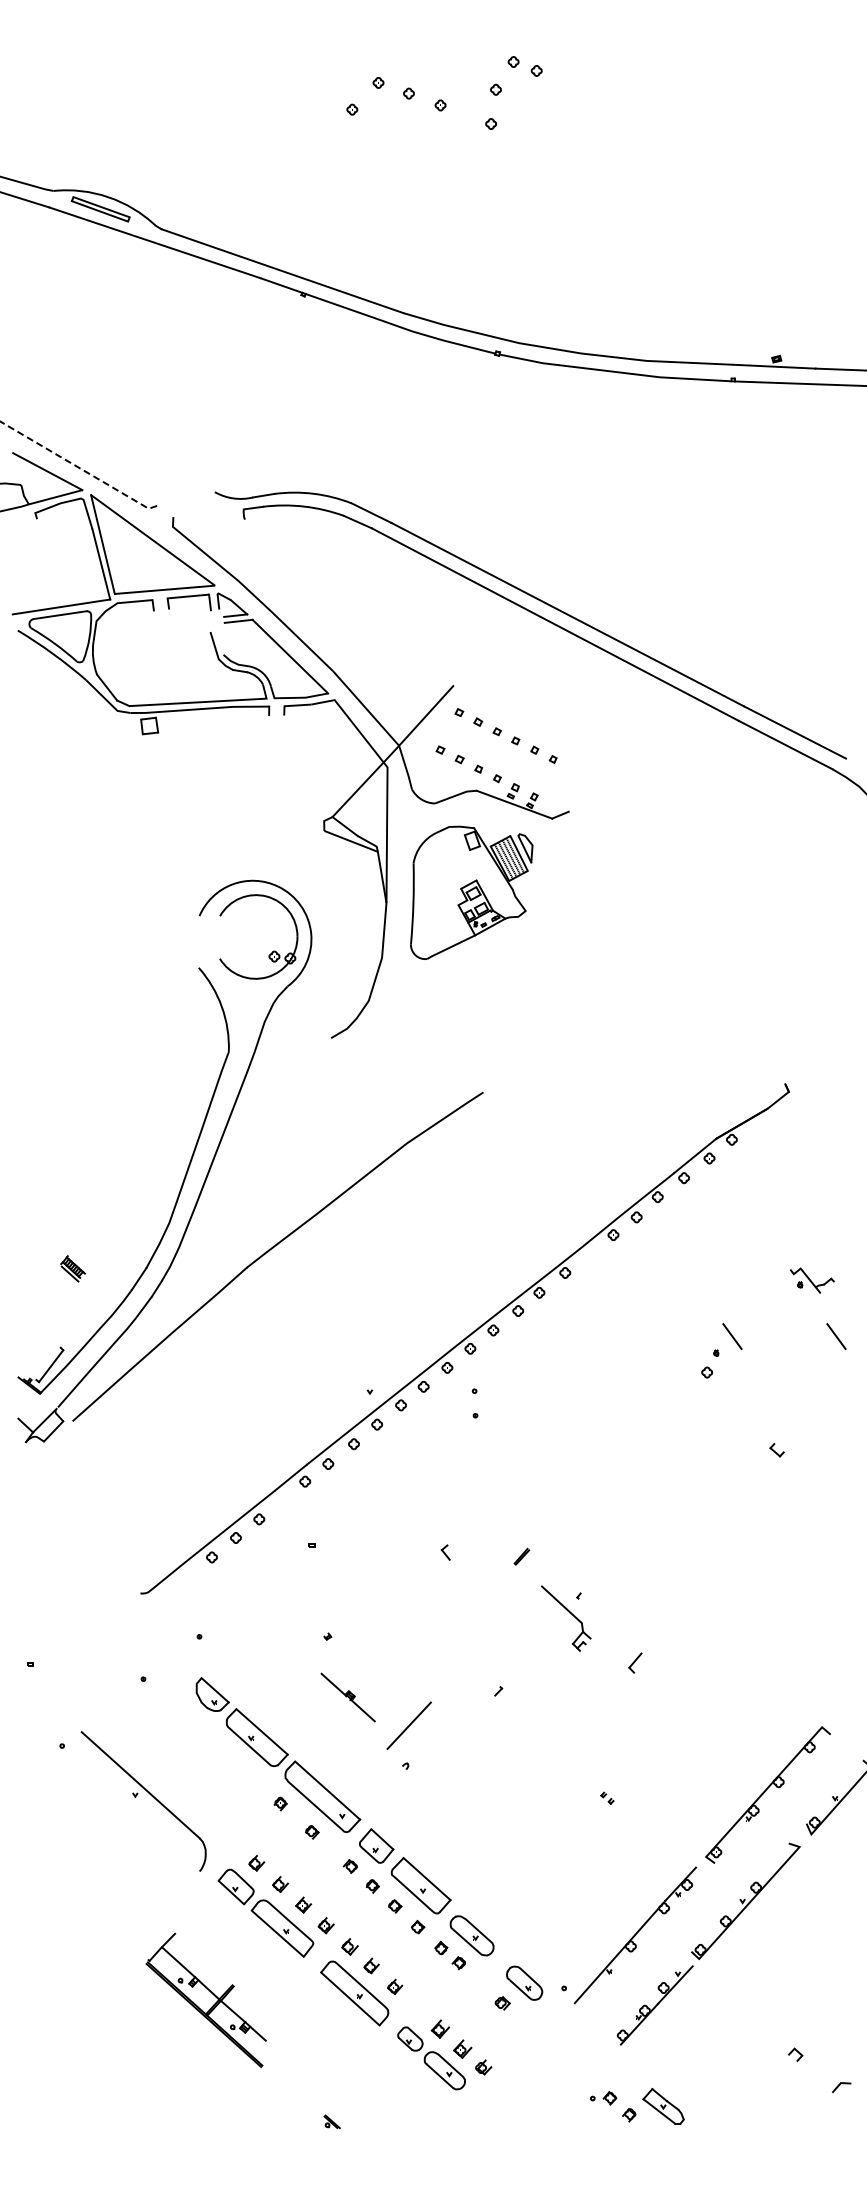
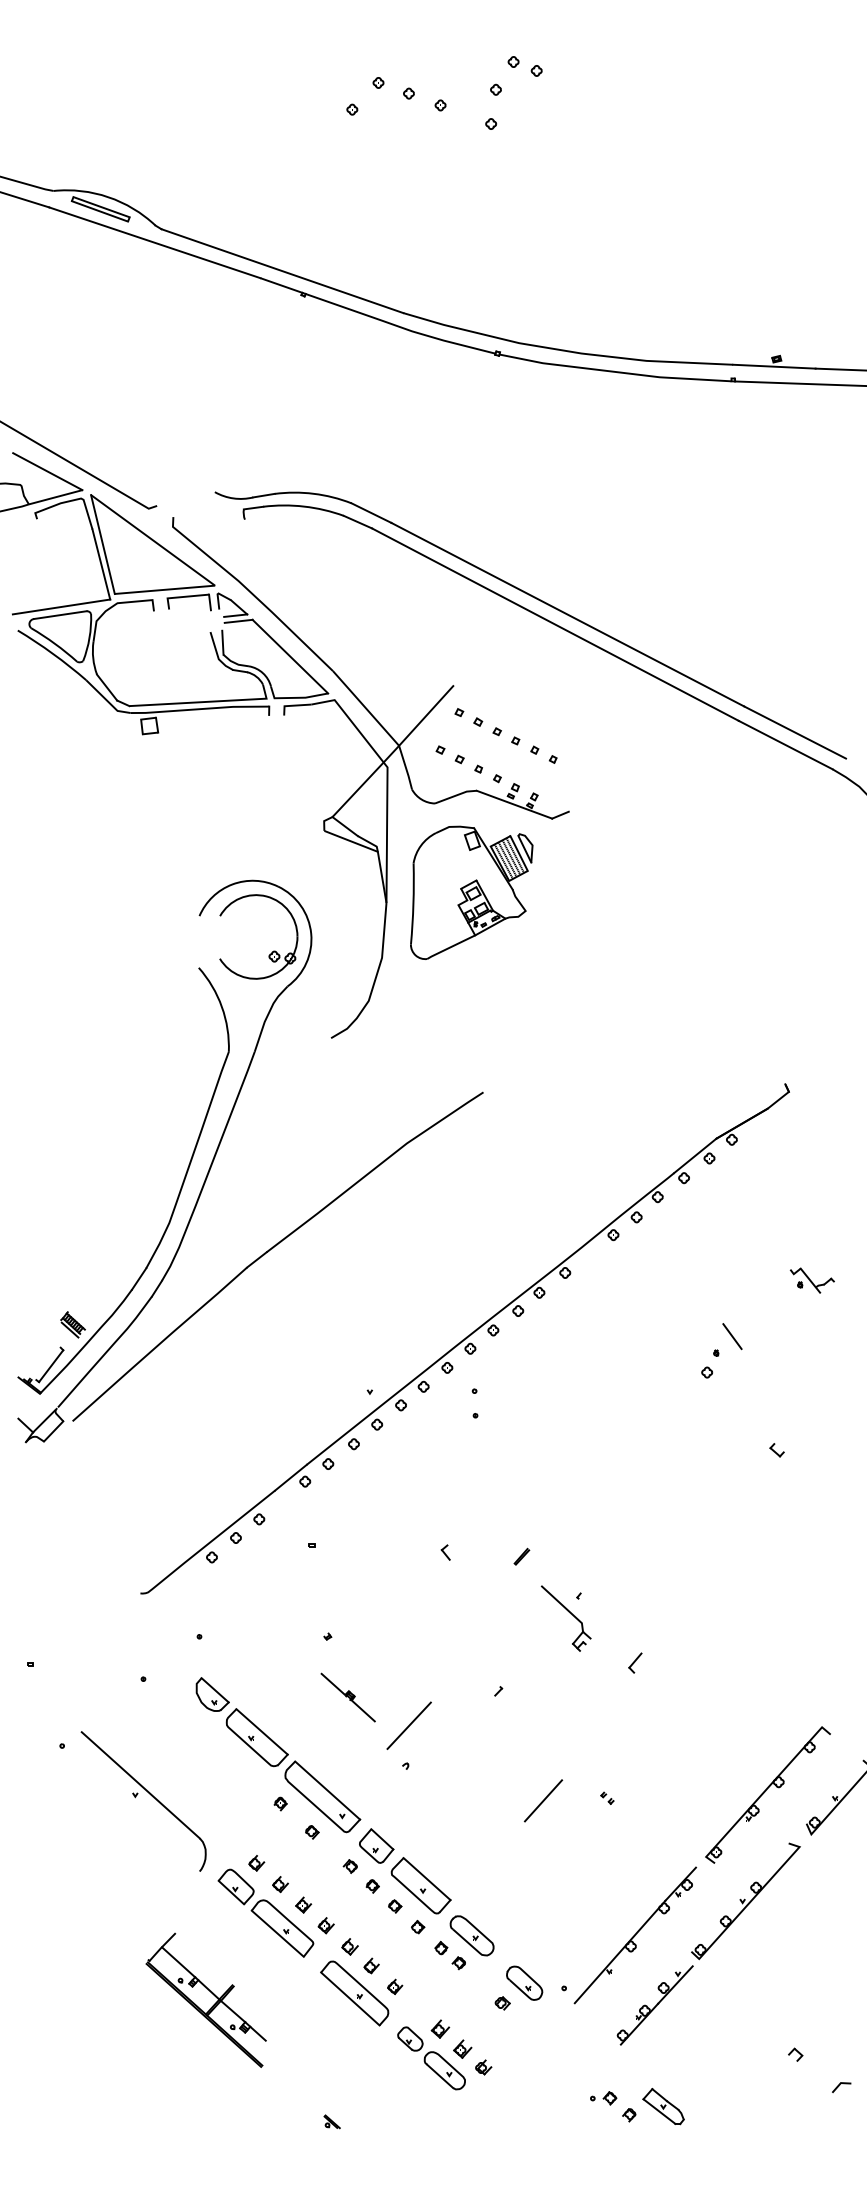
line at (78, 467): dashed -> solid
line at (222, 642): none -> present
part at (72, 1268) position: (72, 1268) -> (72, 1324)
line at (836, 1336): present -> none
line at (543, 1800): none -> present
